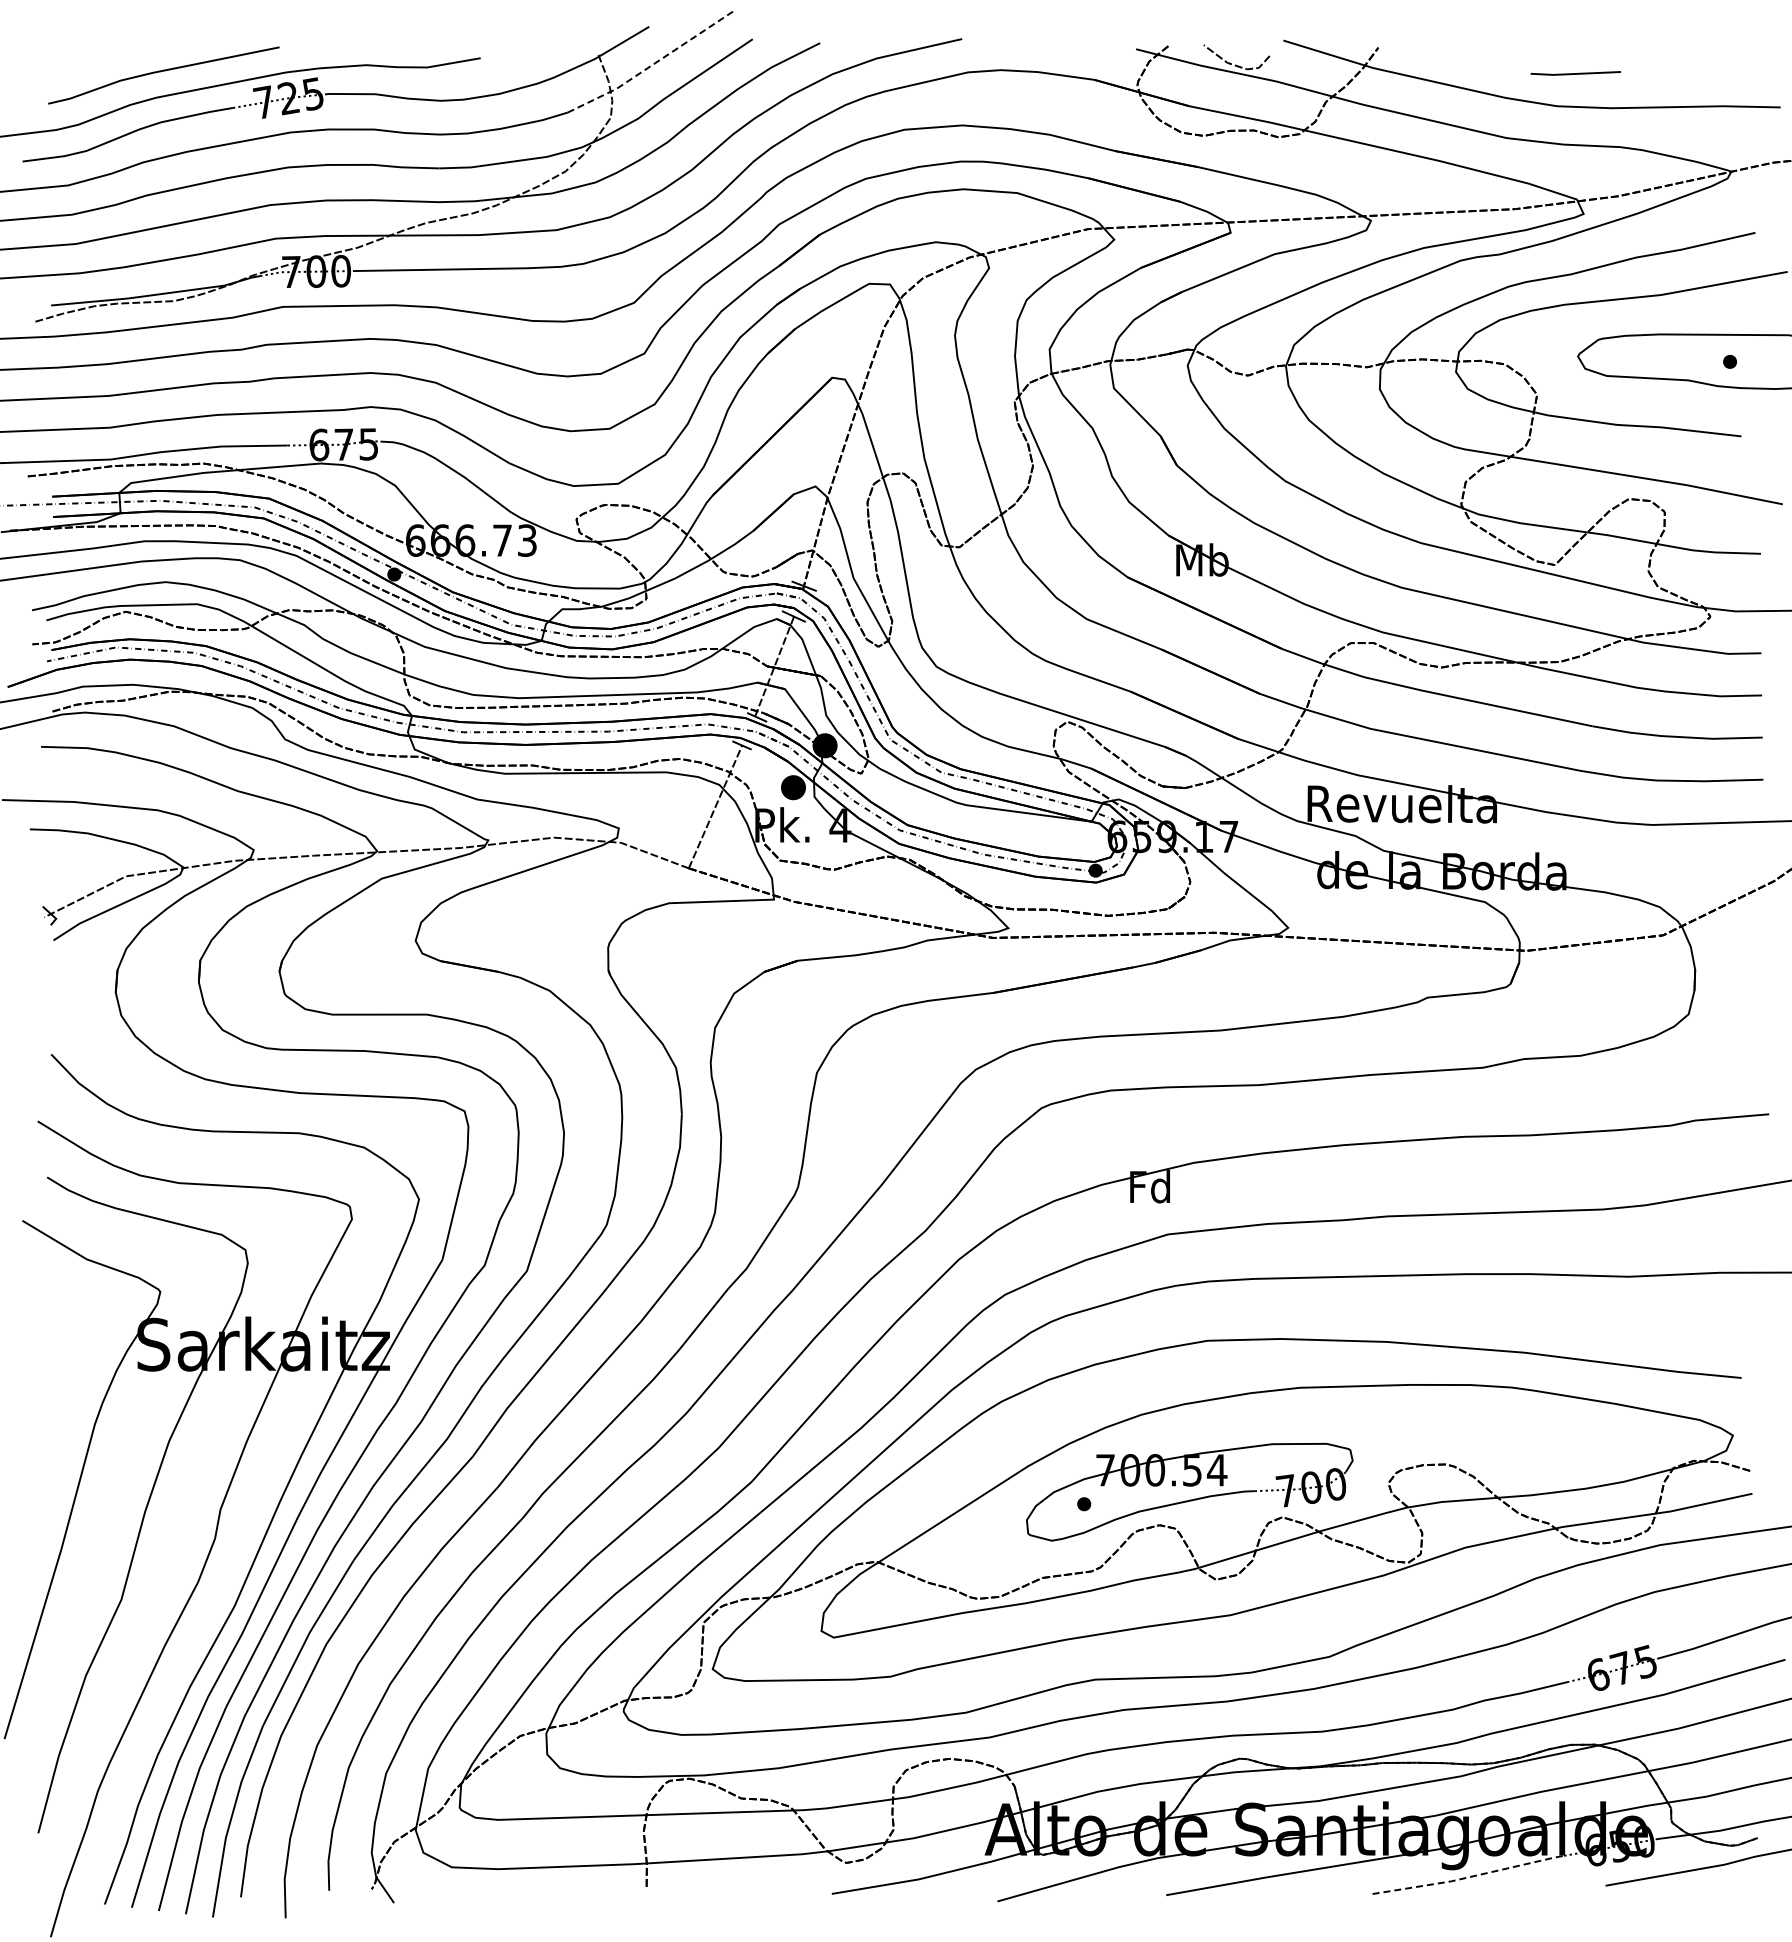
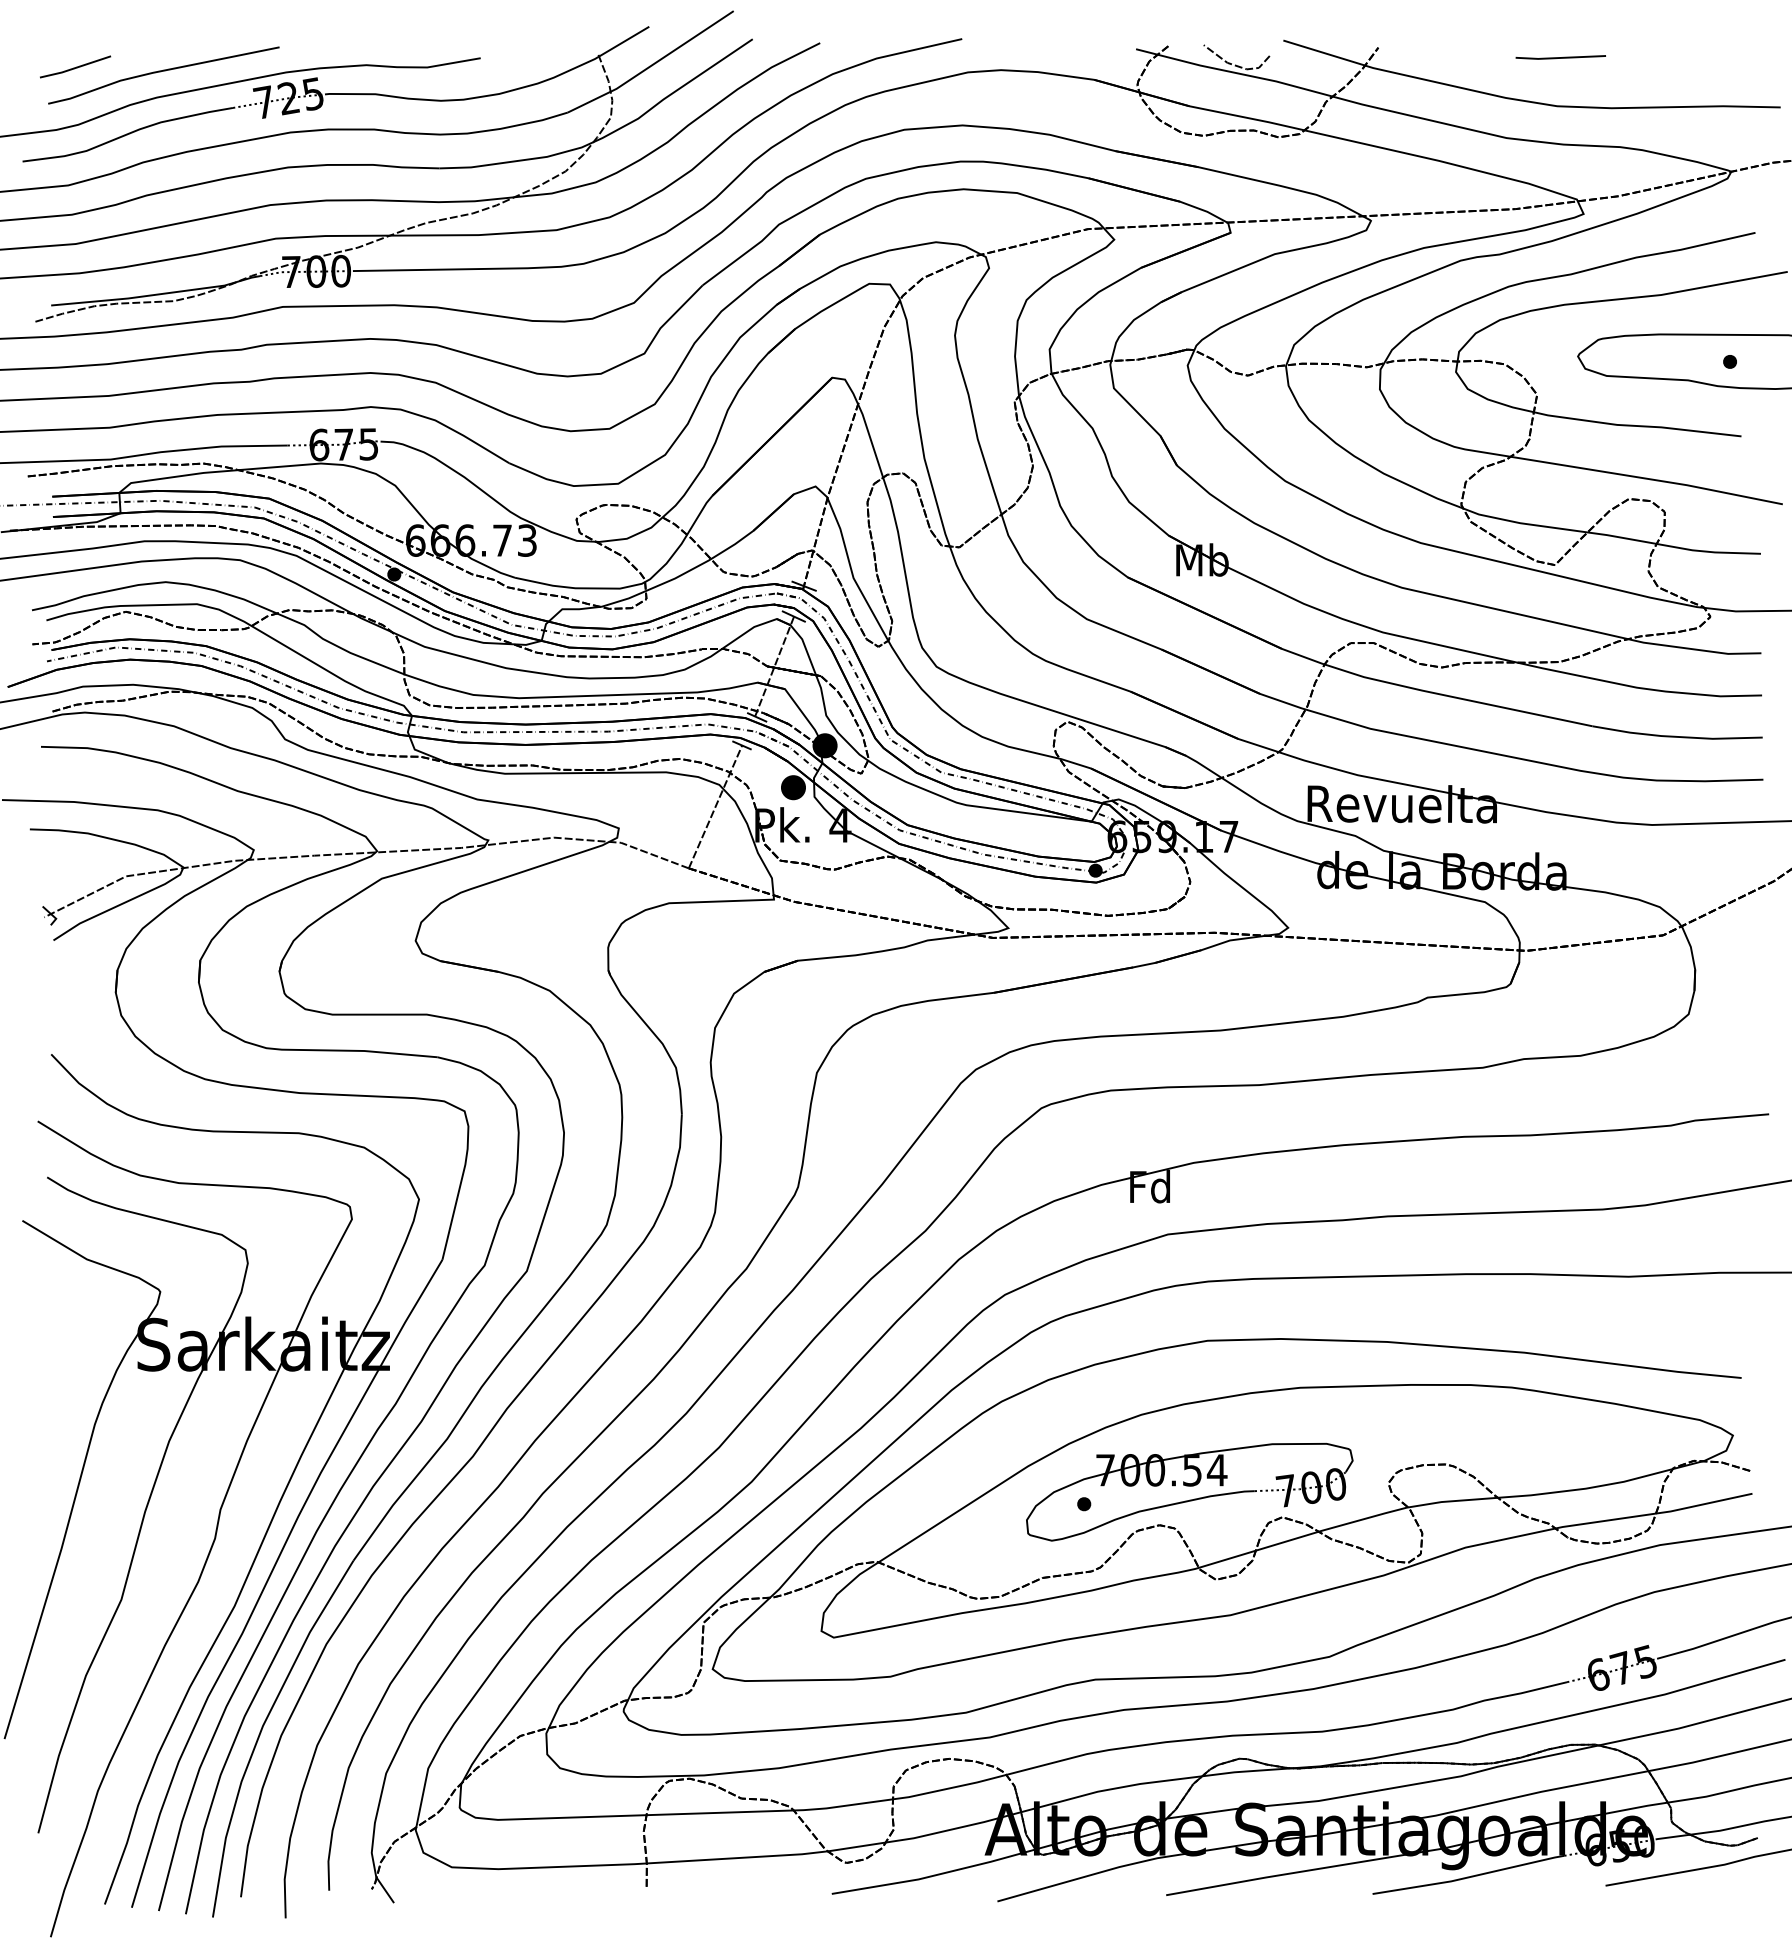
line at (652, 65): dashed -> solid
line at (76, 66): none -> present
line at (1575, 73) position: (1575, 73) -> (1560, 57)
line at (1469, 1877): dashed -> solid
